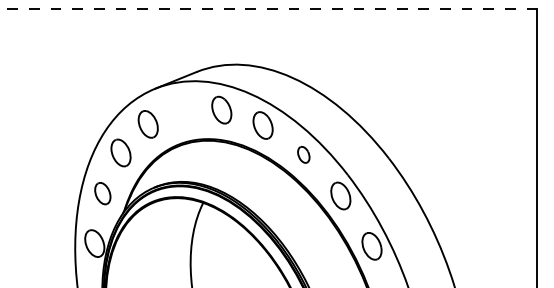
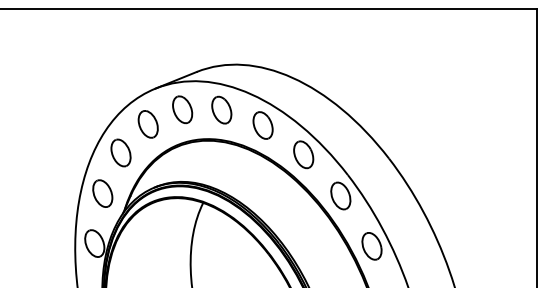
line at (269, 8): dashed -> solid
part at (182, 109): none -> present
part at (303, 154) size: 14x19 px -> 22x30 px
part at (102, 193) size: 18x24 px -> 22x29 px
